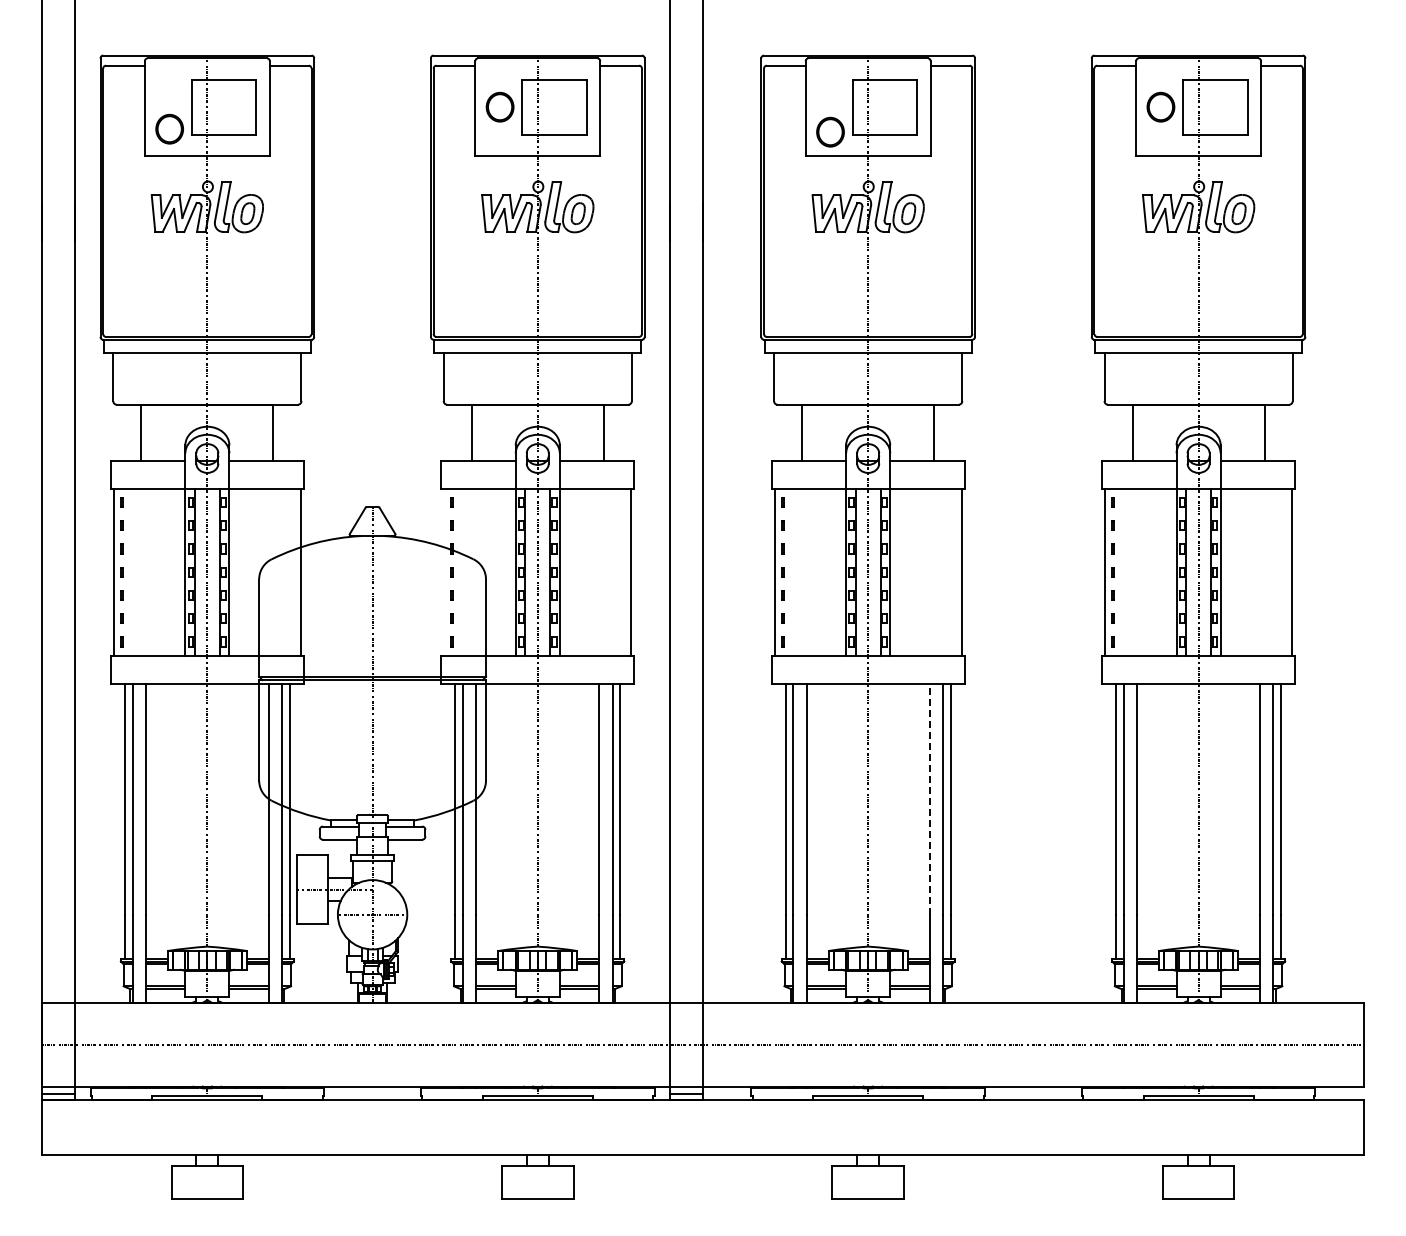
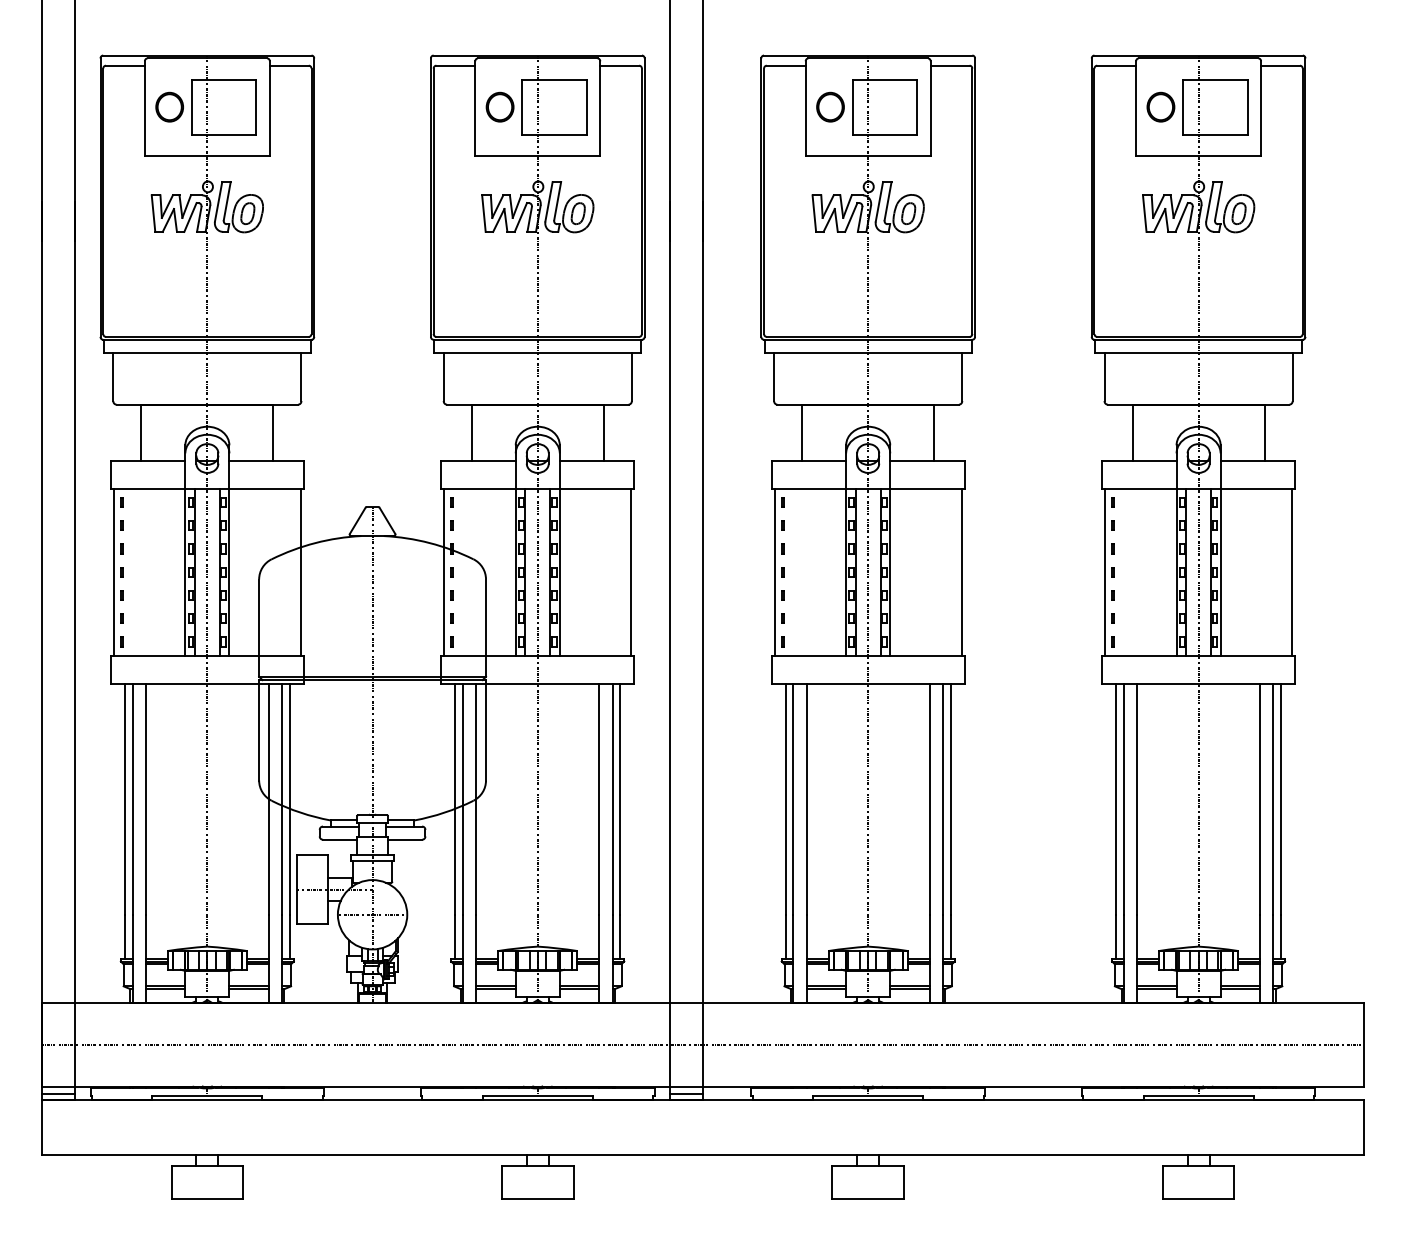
part at (169, 128) position: (169, 128) -> (169, 106)
part at (830, 131) position: (830, 131) -> (830, 106)
line at (444, 572): none -> present
line at (929, 798): dashed -> solid
